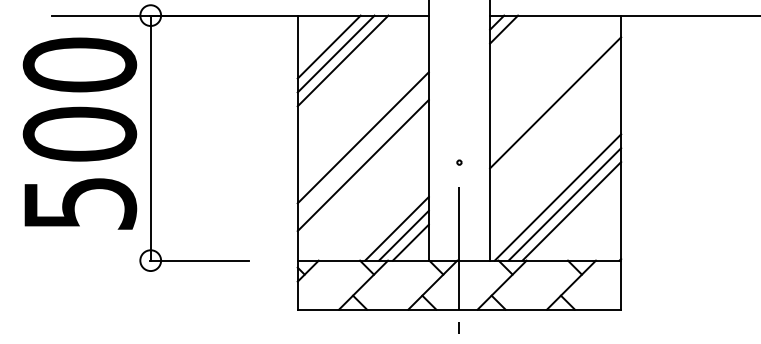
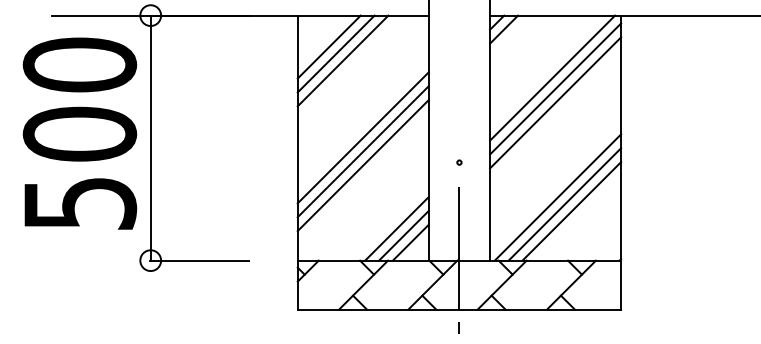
line at (552, 77): none -> present
line at (555, 88): none -> present
line at (362, 151): none -> present
